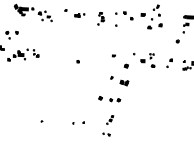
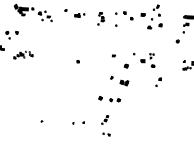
part at (23, 54) size: 33x14 px -> 21x10 px
part at (169, 62) position: (169, 62) -> (158, 81)
part at (110, 119) position: (110, 119) -> (105, 119)
